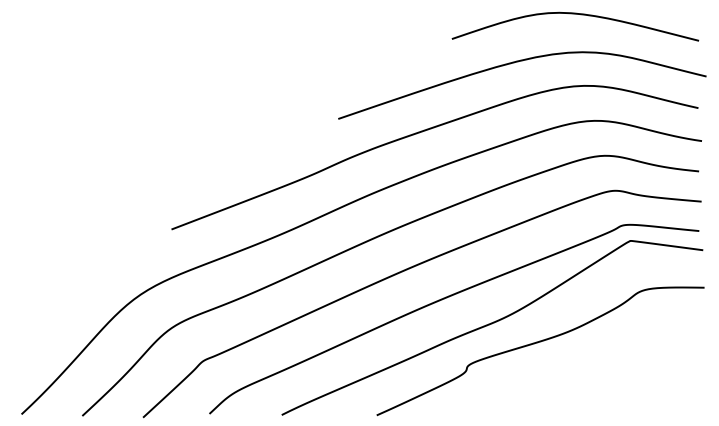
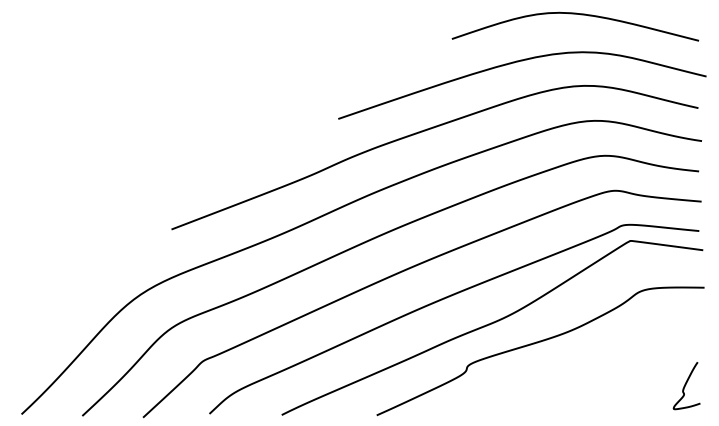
curve at (686, 385): none -> present
